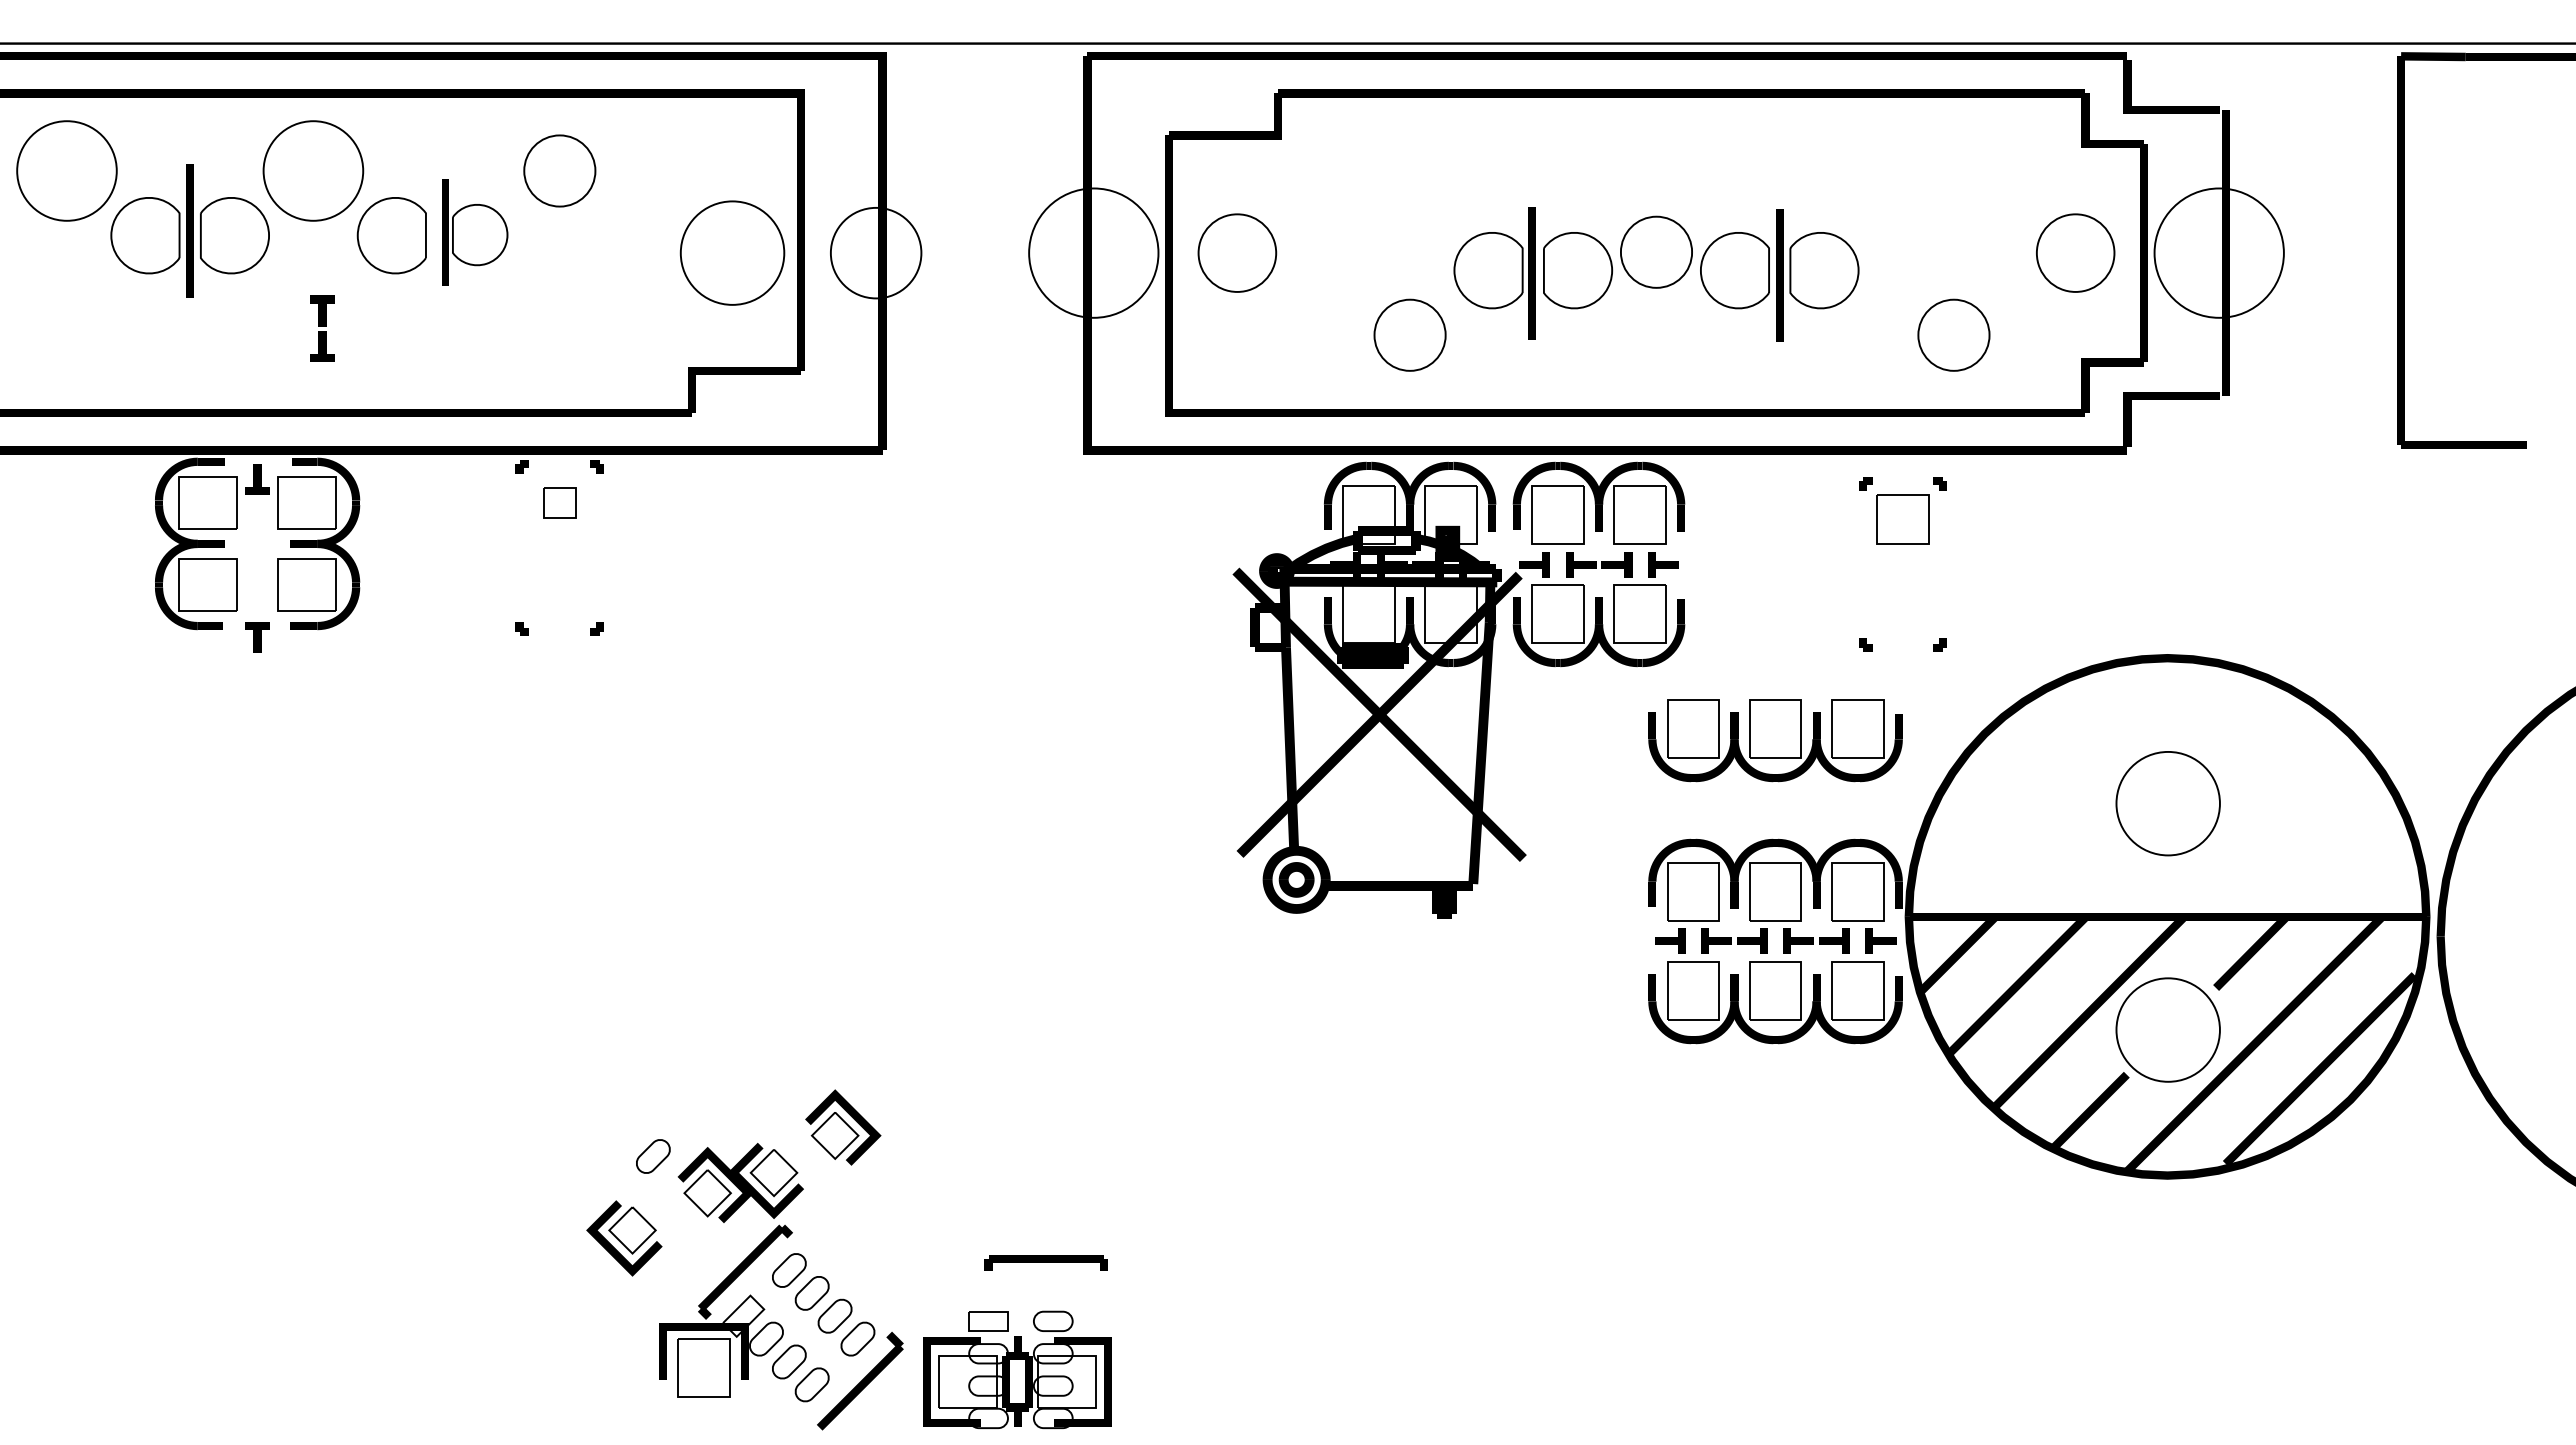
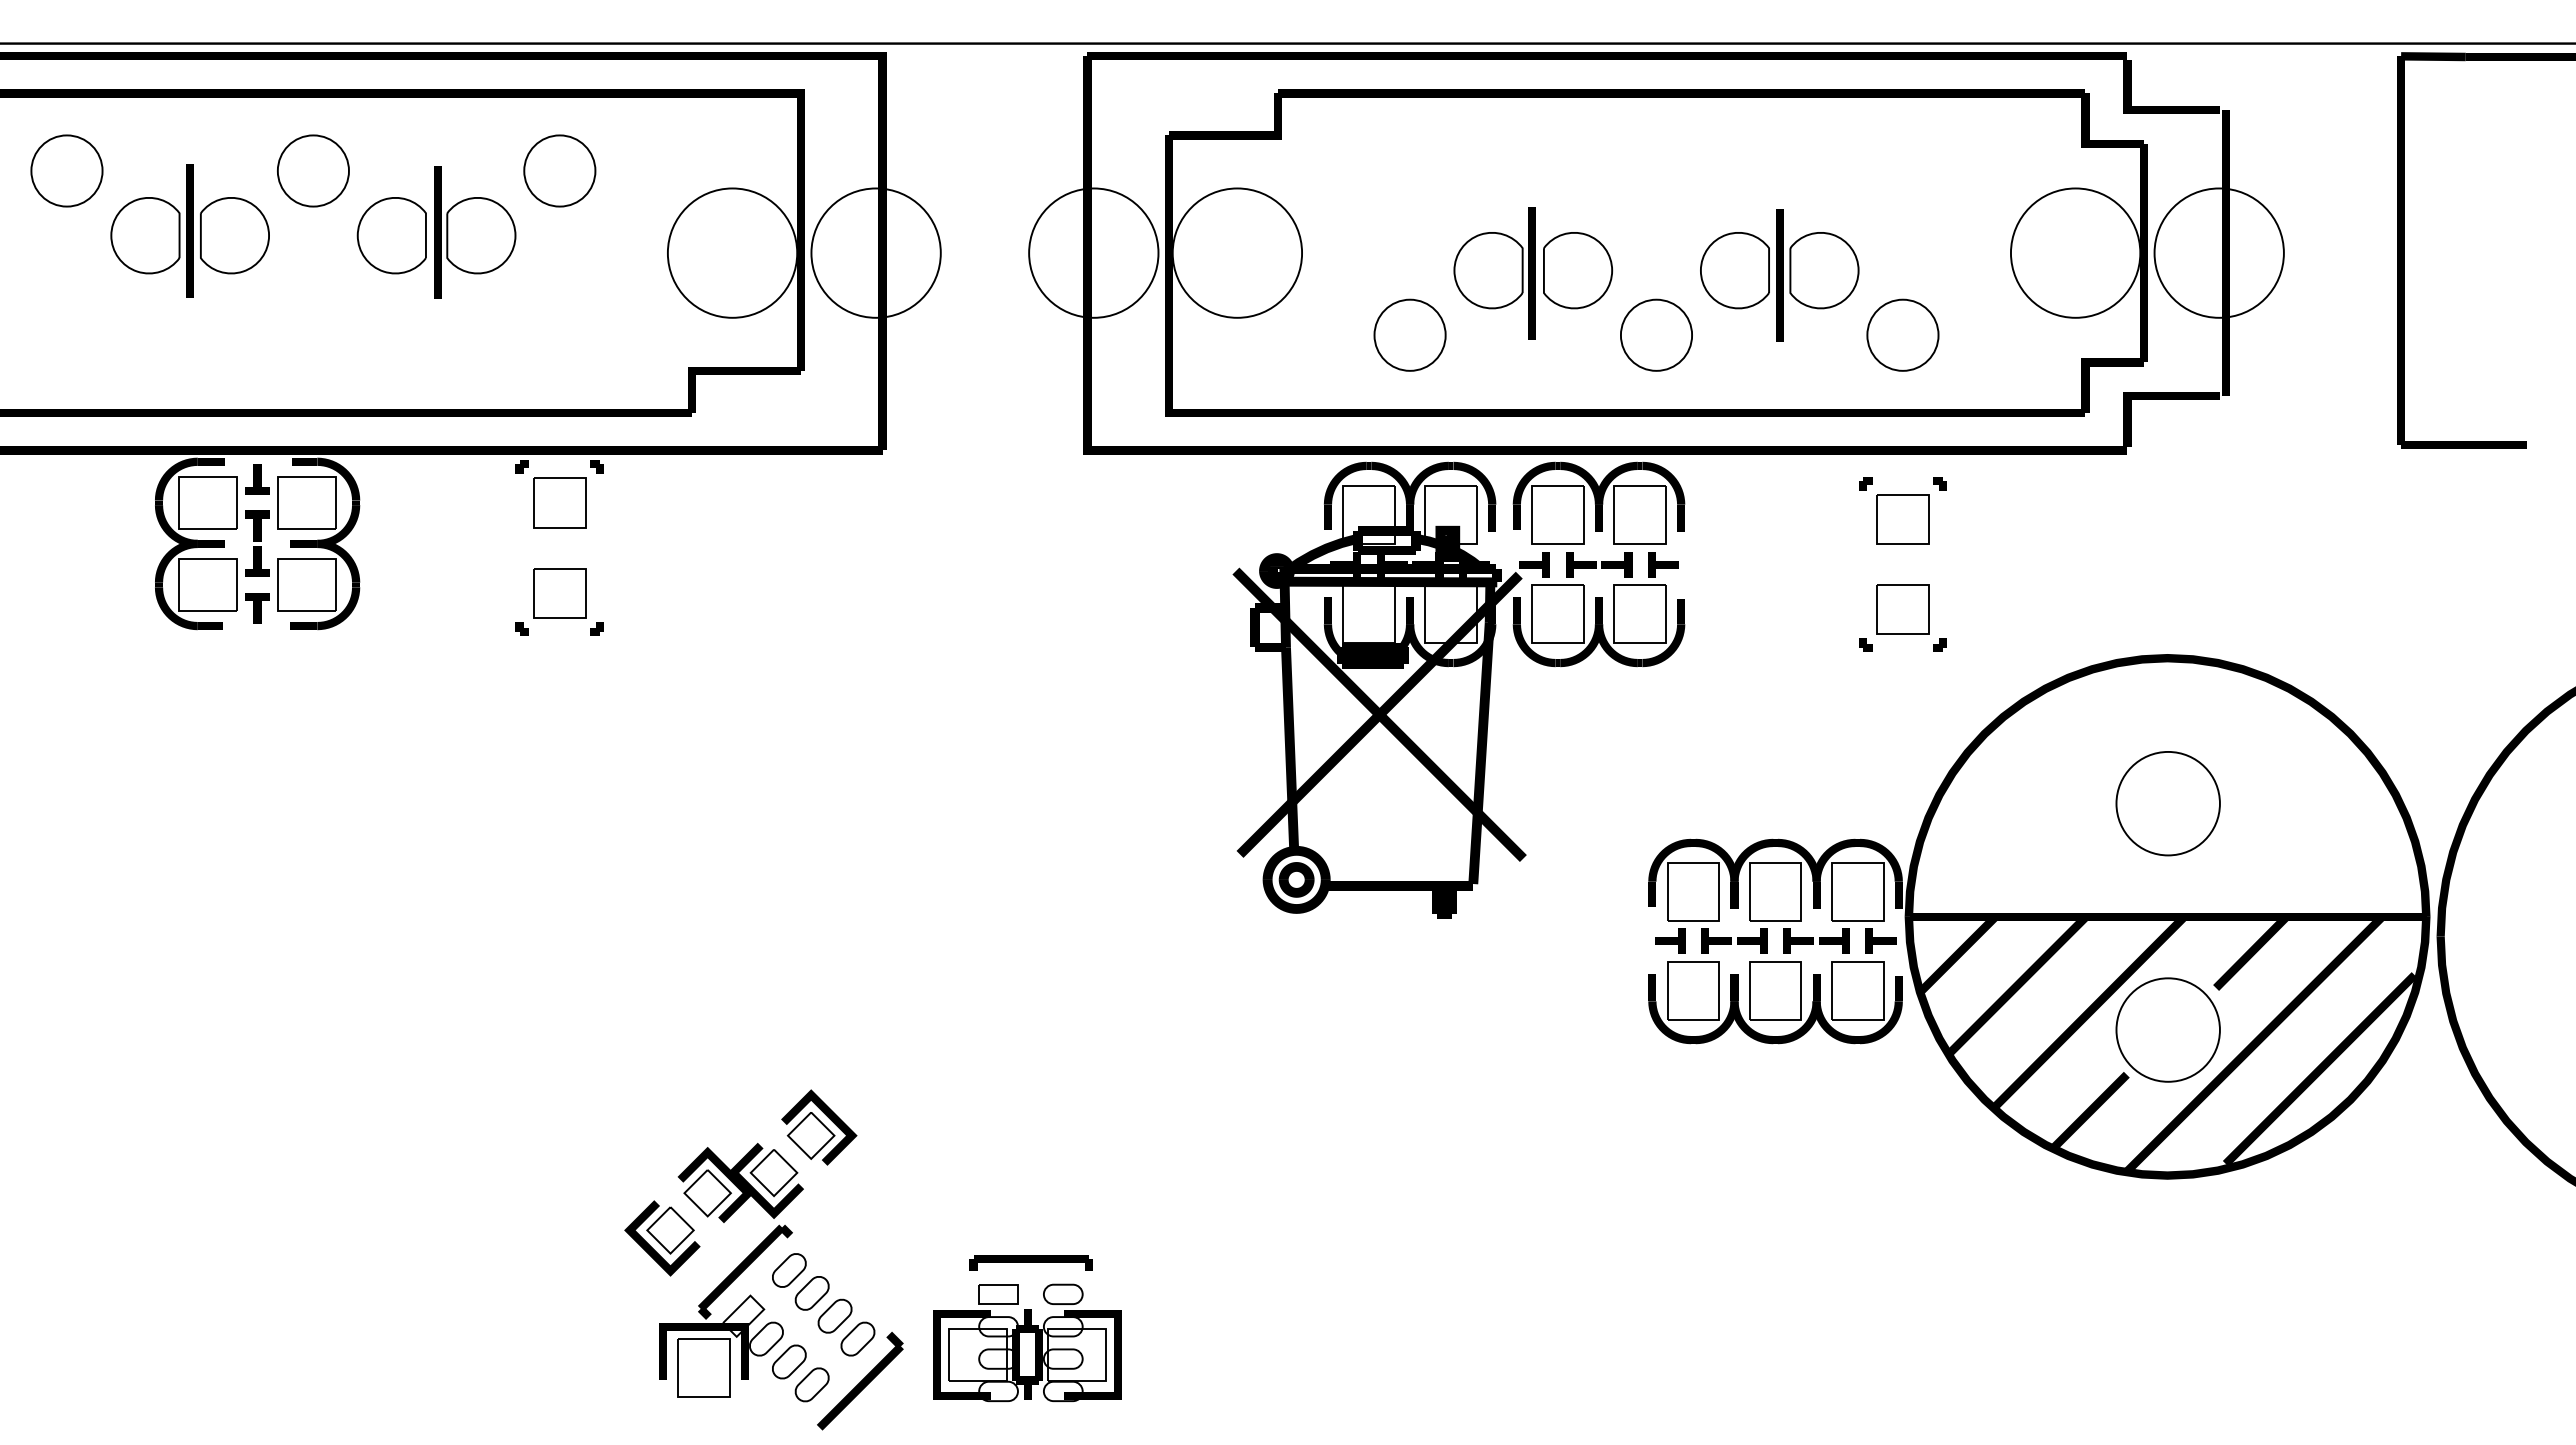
circle at (66, 170) diameter: 100 px -> 71 px
circle at (313, 170) diameter: 100 px -> 71 px
part at (475, 232) size: 67x107 px -> 83x133 px
circle at (1656, 251) position: (1656, 251) -> (1656, 334)
circle at (732, 252) diameter: 103 px -> 129 px
circle at (875, 252) diameter: 91 px -> 129 px
circle at (1237, 252) diameter: 78 px -> 129 px
circle at (2075, 252) diameter: 78 px -> 129 px
part at (322, 328) position: (322, 328) -> (257, 543)
circle at (1953, 334) position: (1953, 334) -> (1902, 334)
part at (559, 502) size: 34x32 px -> 54x52 px
part at (559, 593): none -> present
part at (1902, 609): none -> present
part at (257, 637) position: (257, 637) -> (257, 608)
part at (1775, 740): present -> none
part at (843, 1127) position: (843, 1127) -> (819, 1127)
part at (653, 1156): present -> none
part at (624, 1238) position: (624, 1238) -> (662, 1238)
part at (1045, 1262) position: (1045, 1262) -> (1030, 1262)
part at (1017, 1369) position: (1017, 1369) -> (1027, 1342)
